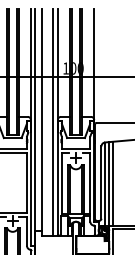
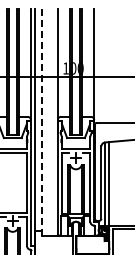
line at (53, 121): present -> none
line at (42, 122): solid -> dashed
line at (112, 183): present -> none
